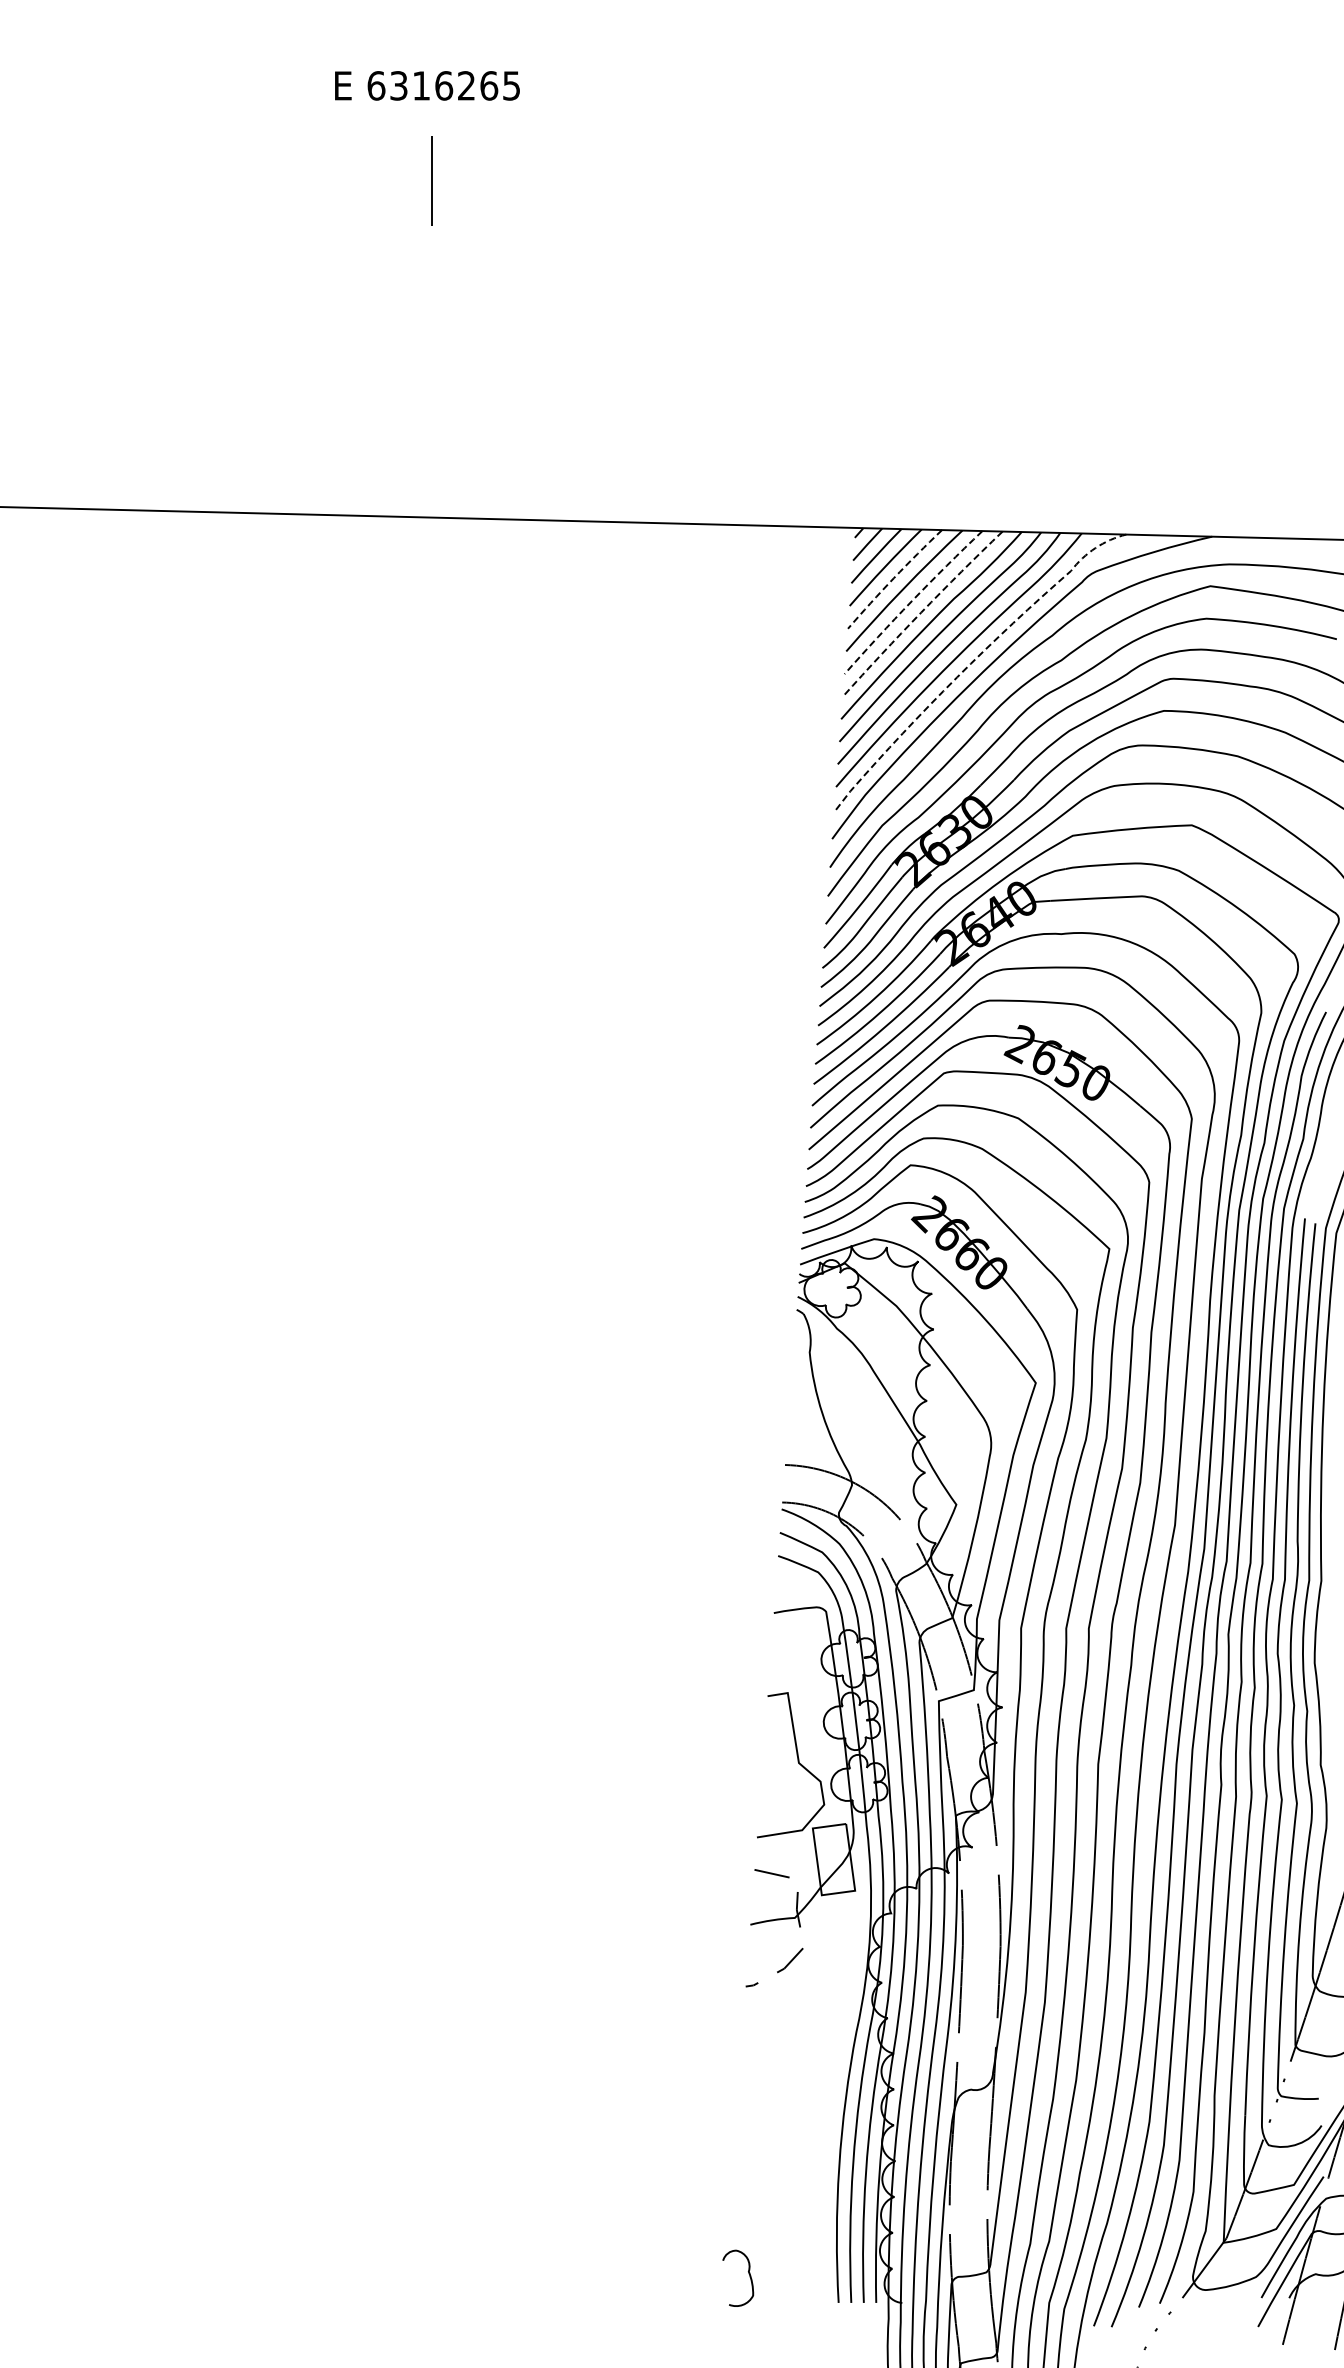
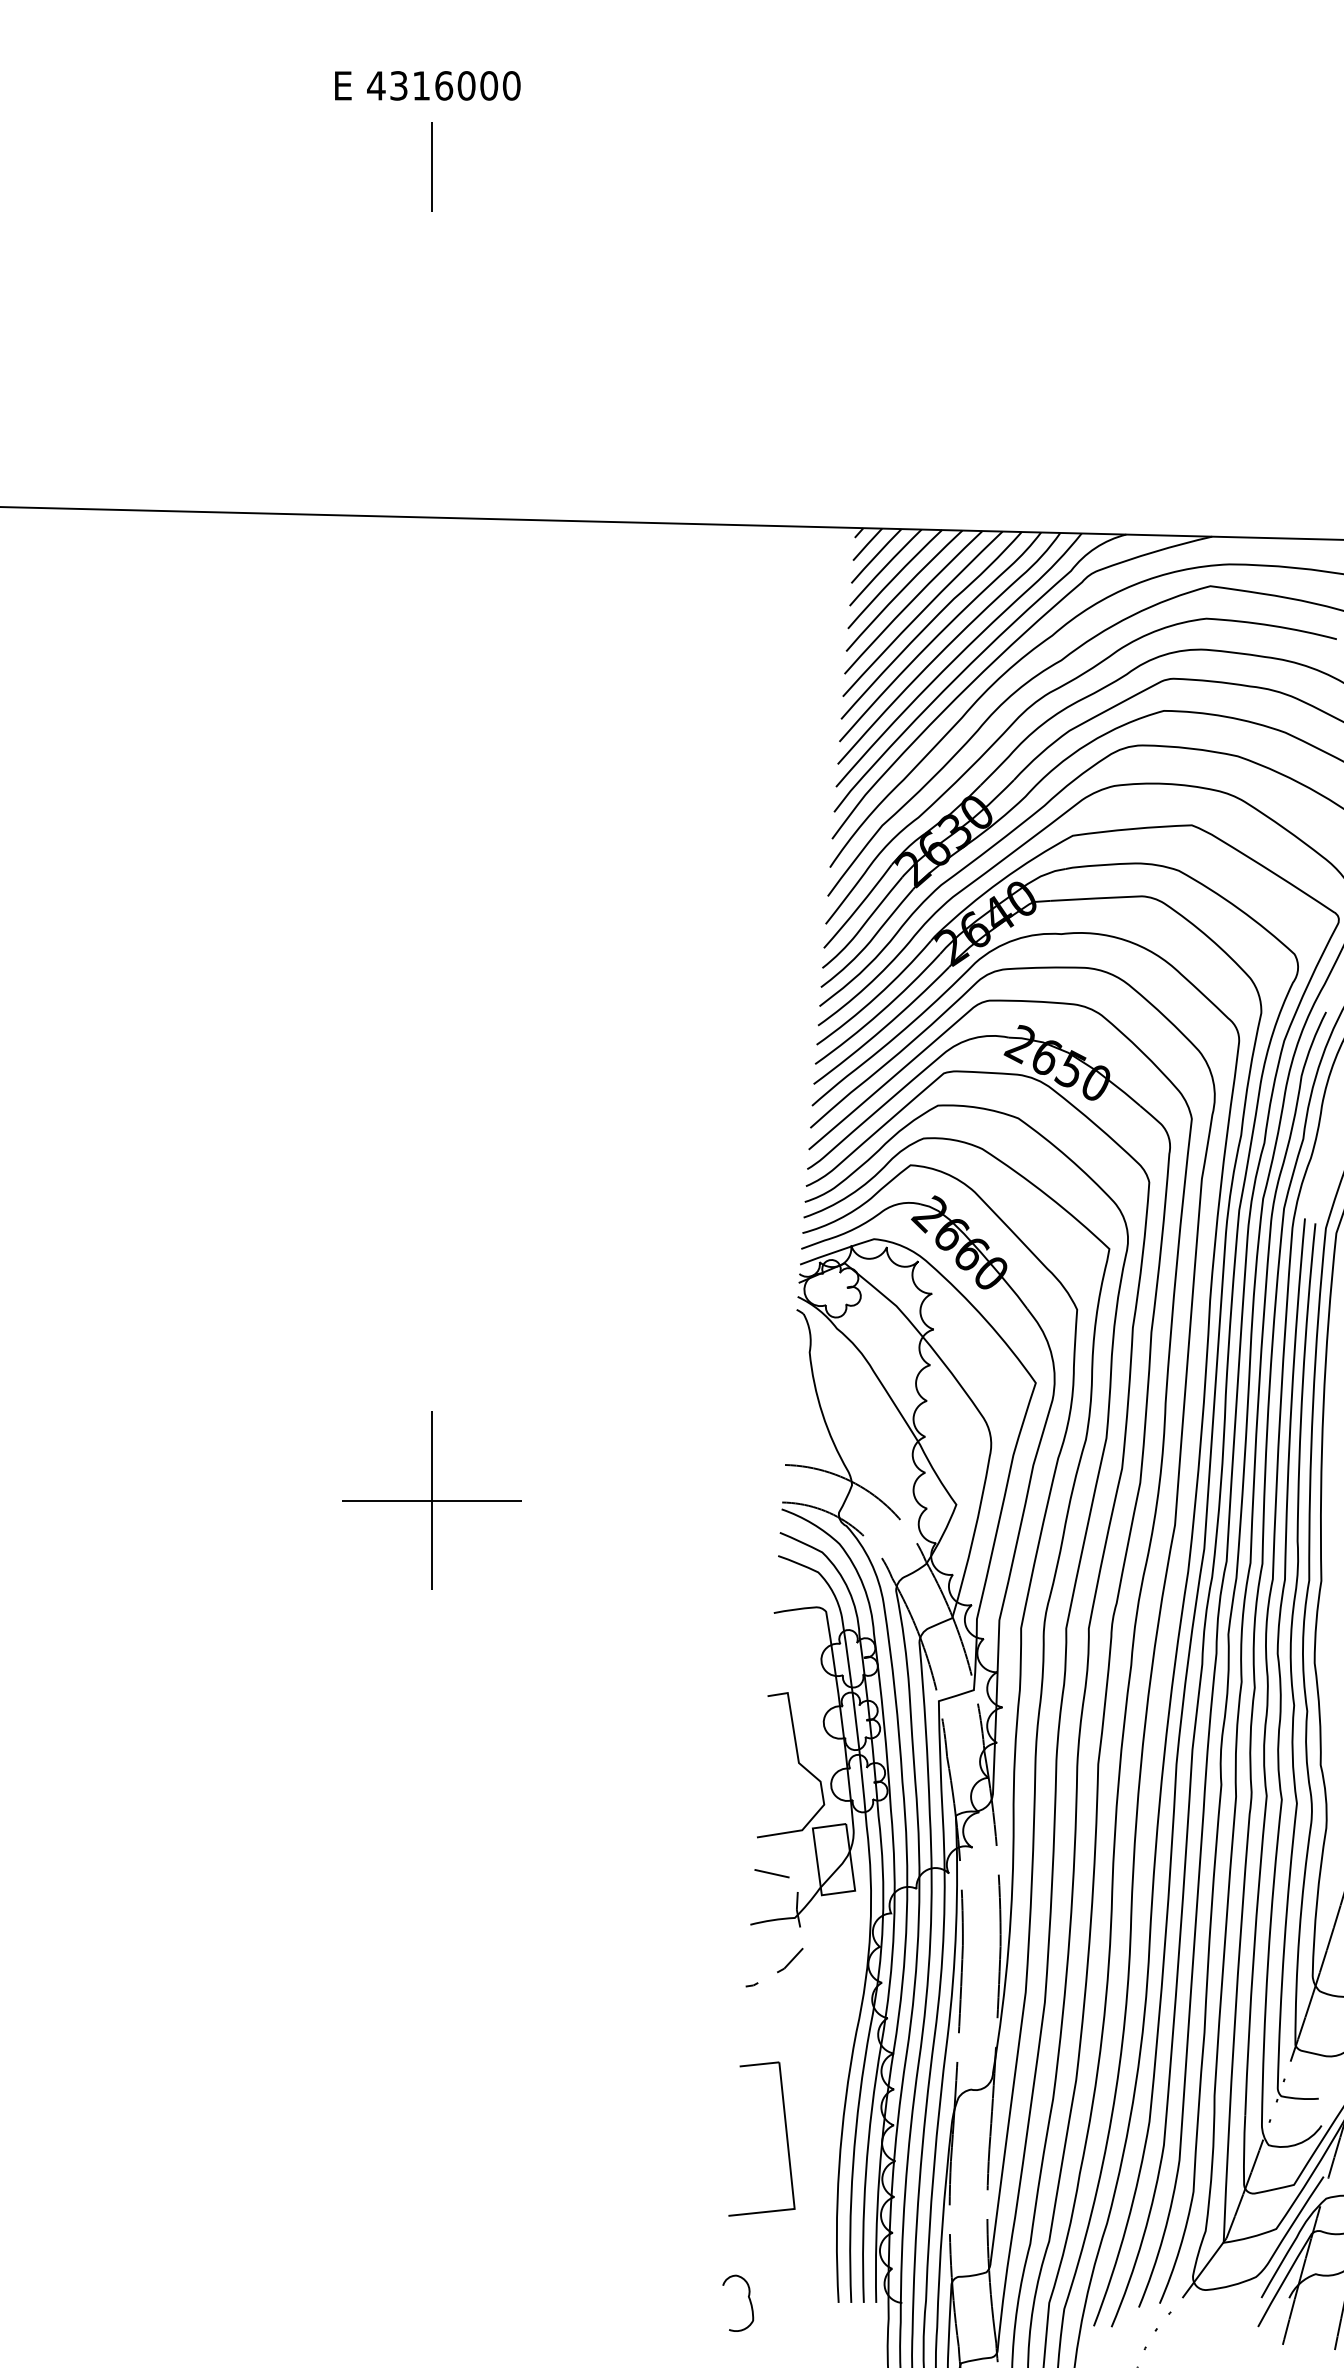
text at (443, 85): 6316265 -> 4316000
line at (431, 180) position: (431, 180) -> (431, 166)
line at (893, 578): dashed -> solid
line at (911, 601): dashed -> solid
line at (921, 612): dashed -> solid
line at (974, 659): dashed -> solid
part at (431, 1500): none -> present
part at (785, 2133): none -> present
curve at (748, 2274) position: (748, 2274) -> (748, 2299)
